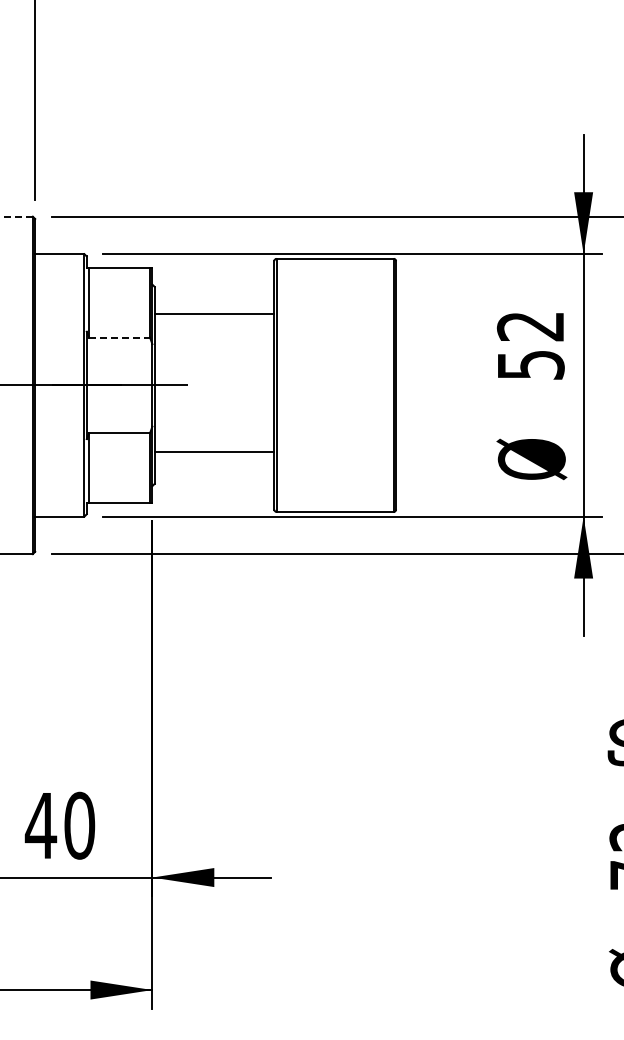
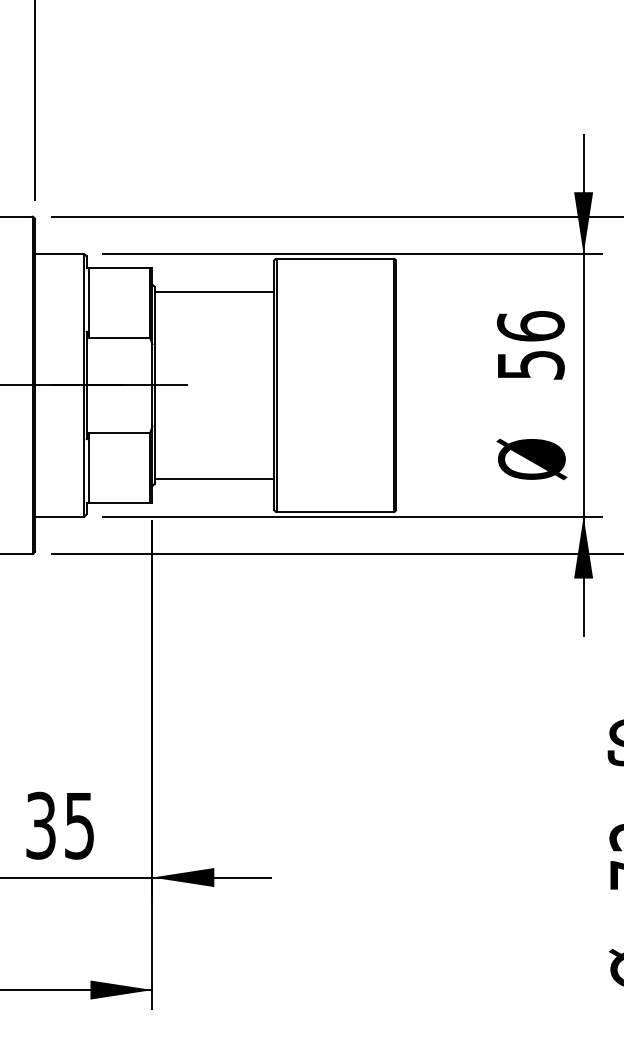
line at (16, 216): dashed -> solid
line at (214, 313) position: (214, 313) -> (214, 291)
text at (530, 326): 52 -> 56
line at (120, 337): dashed -> solid
line at (214, 452) position: (214, 452) -> (214, 479)
text at (59, 825): 40 -> 35
